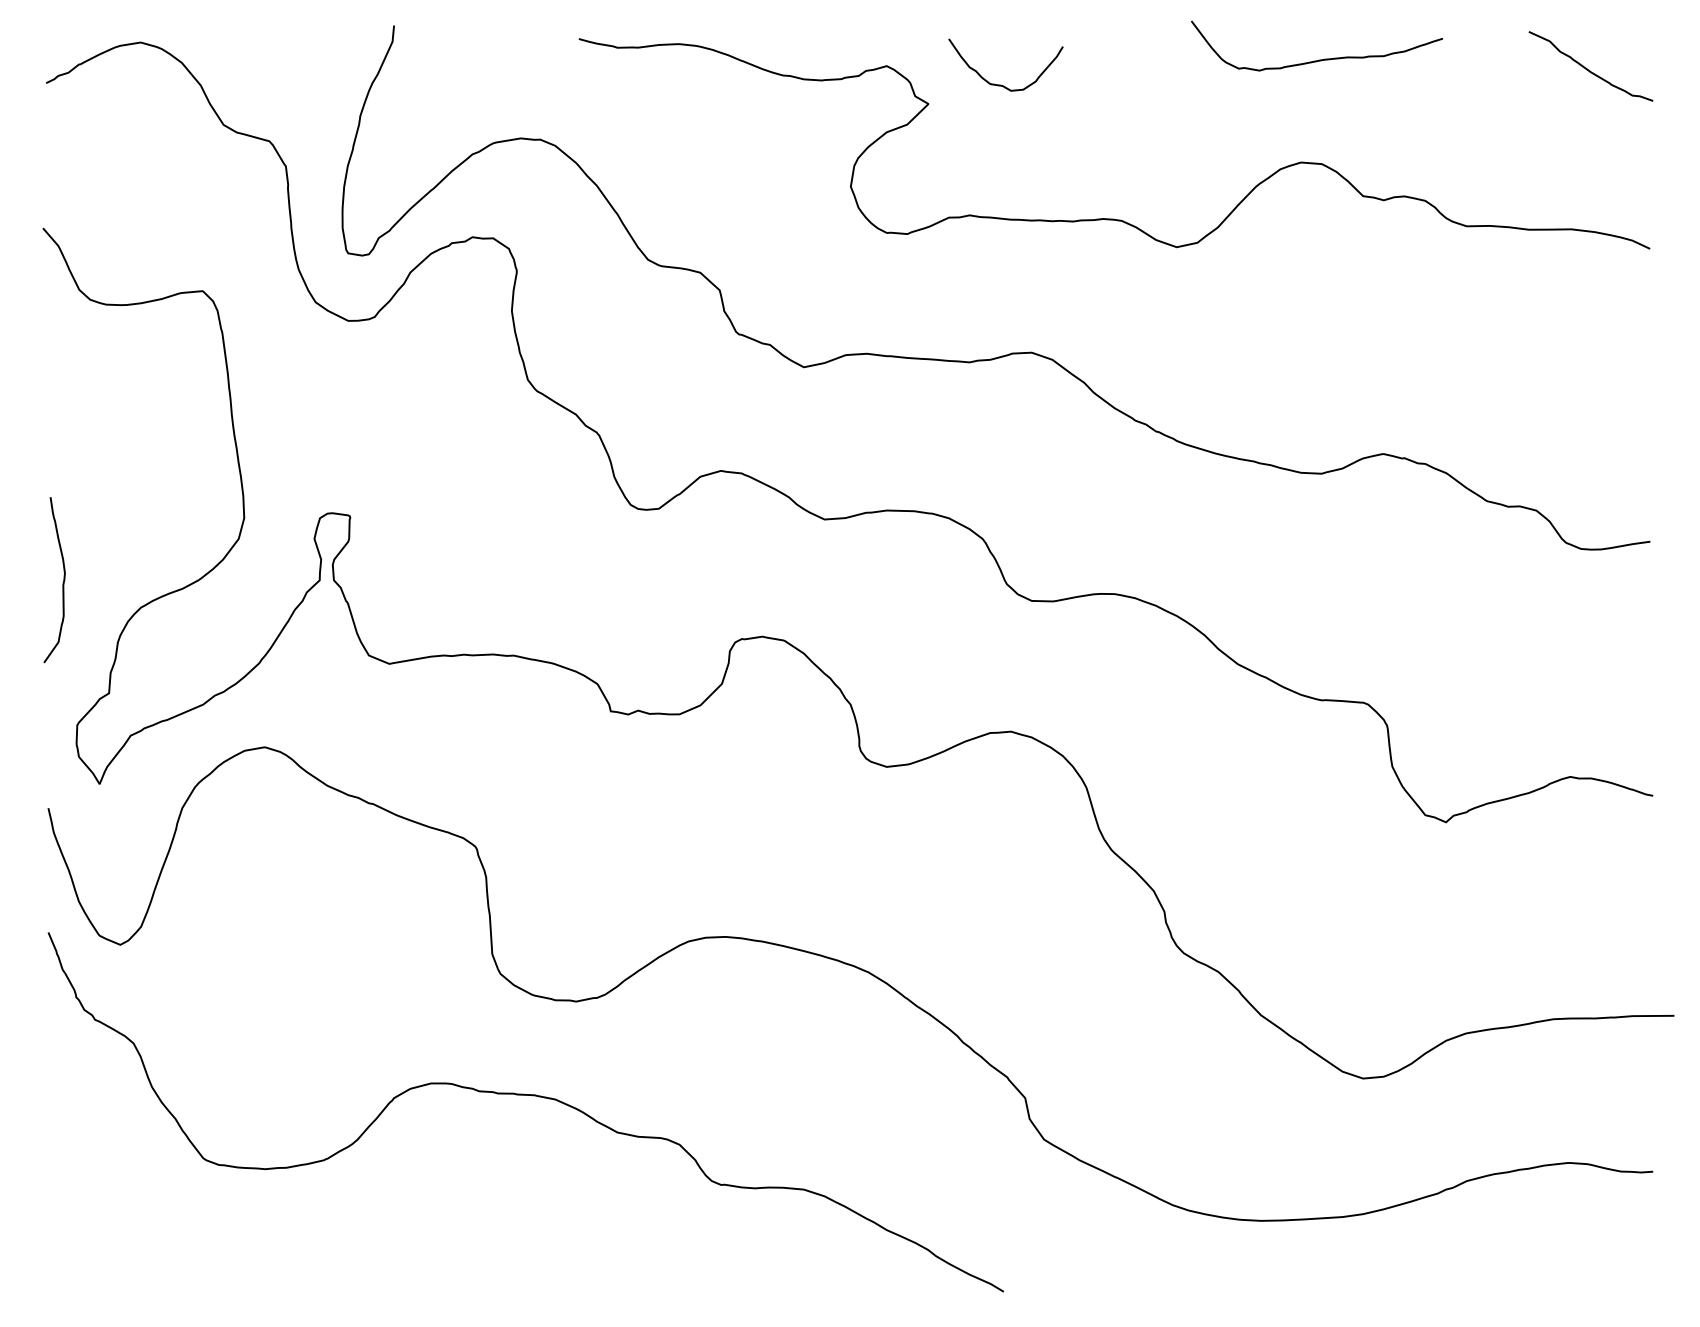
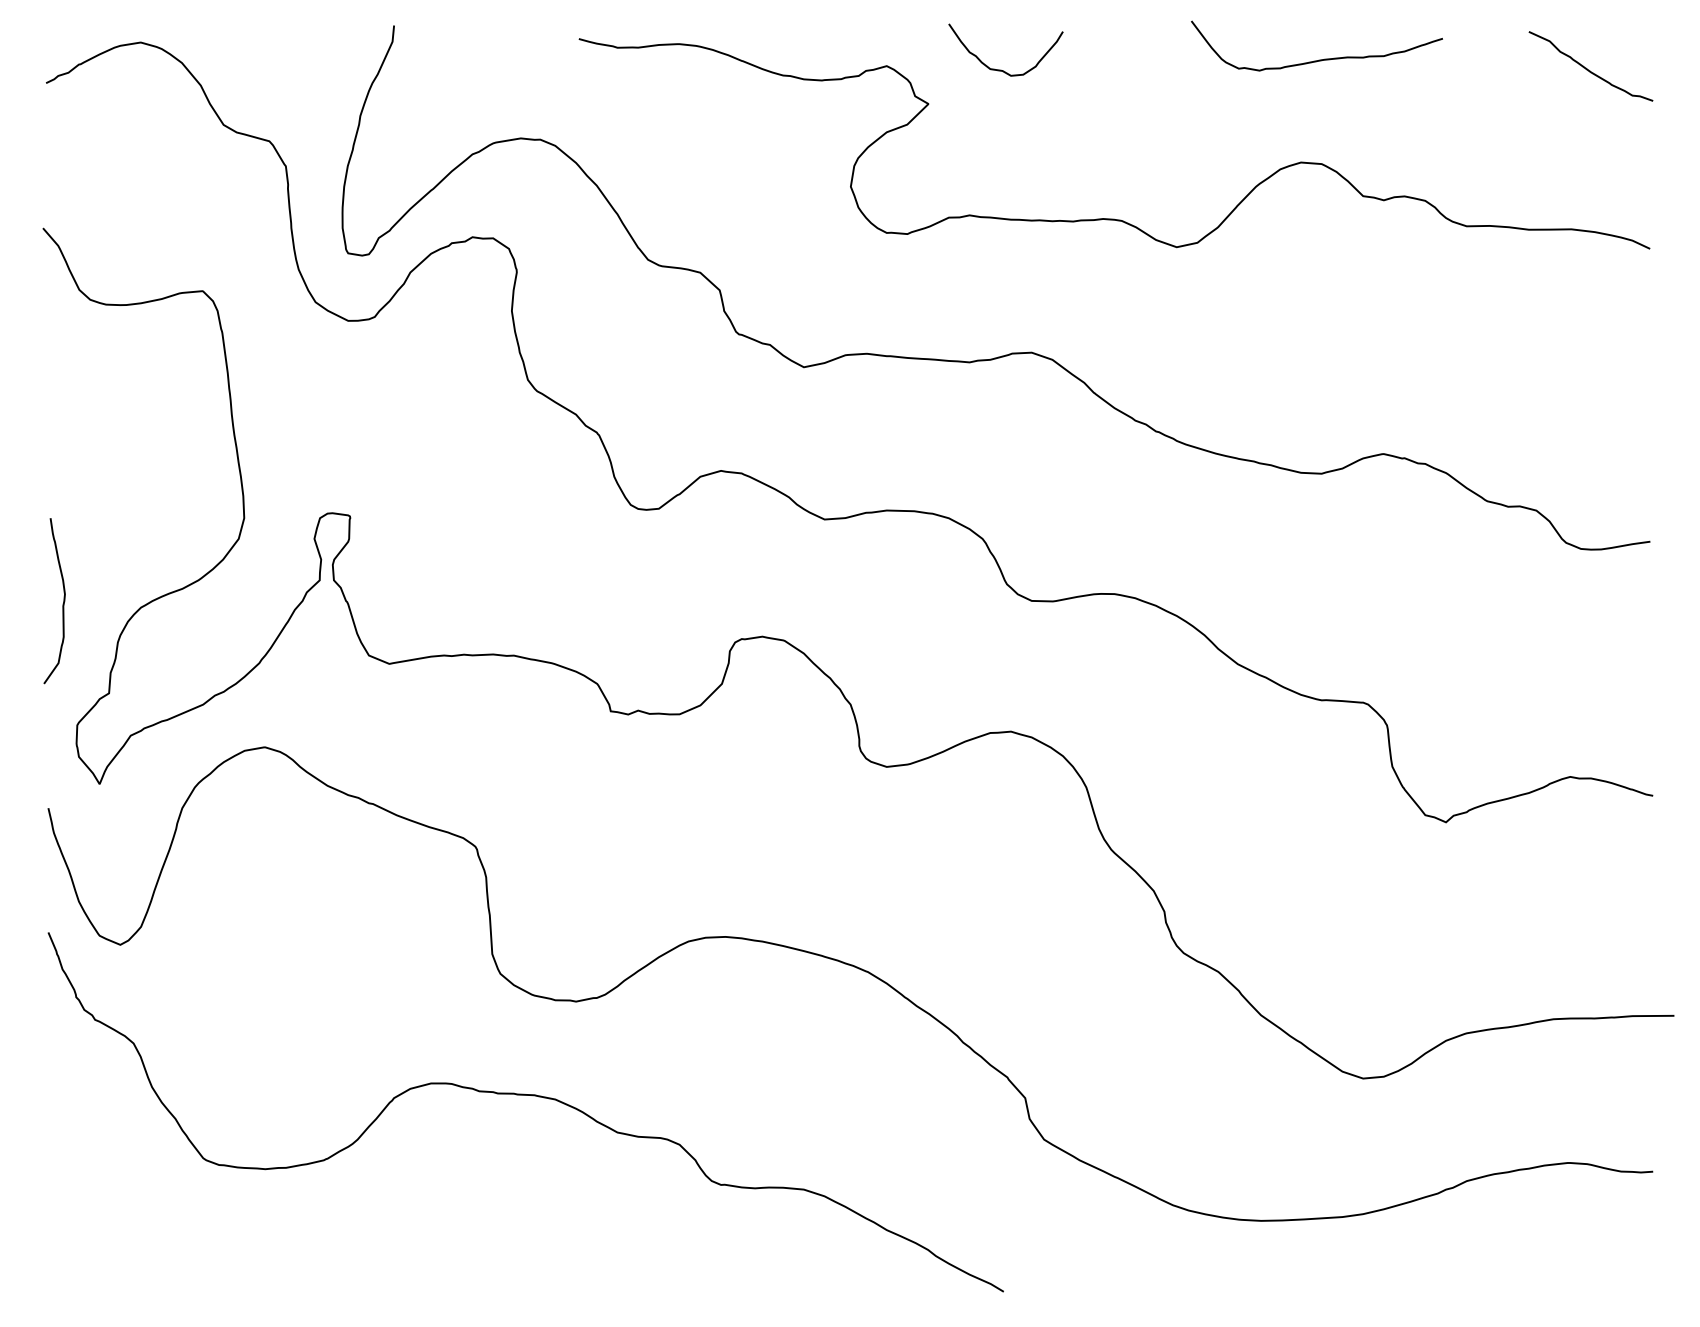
curve at (1001, 84) position: (1001, 84) -> (1001, 69)
curve at (62, 582) position: (62, 582) -> (62, 603)
